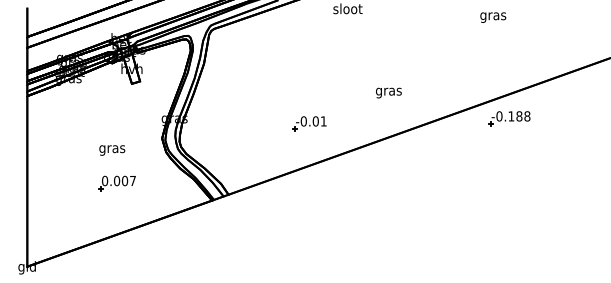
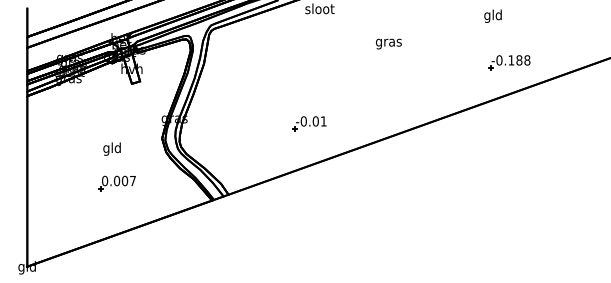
text at (347, 8) position: (347, 8) -> (319, 8)
text at (493, 15): gras -> gld
text at (388, 92) position: (388, 92) -> (388, 43)
part at (509, 118) position: (509, 118) -> (509, 62)
text at (112, 148): gras -> gld
